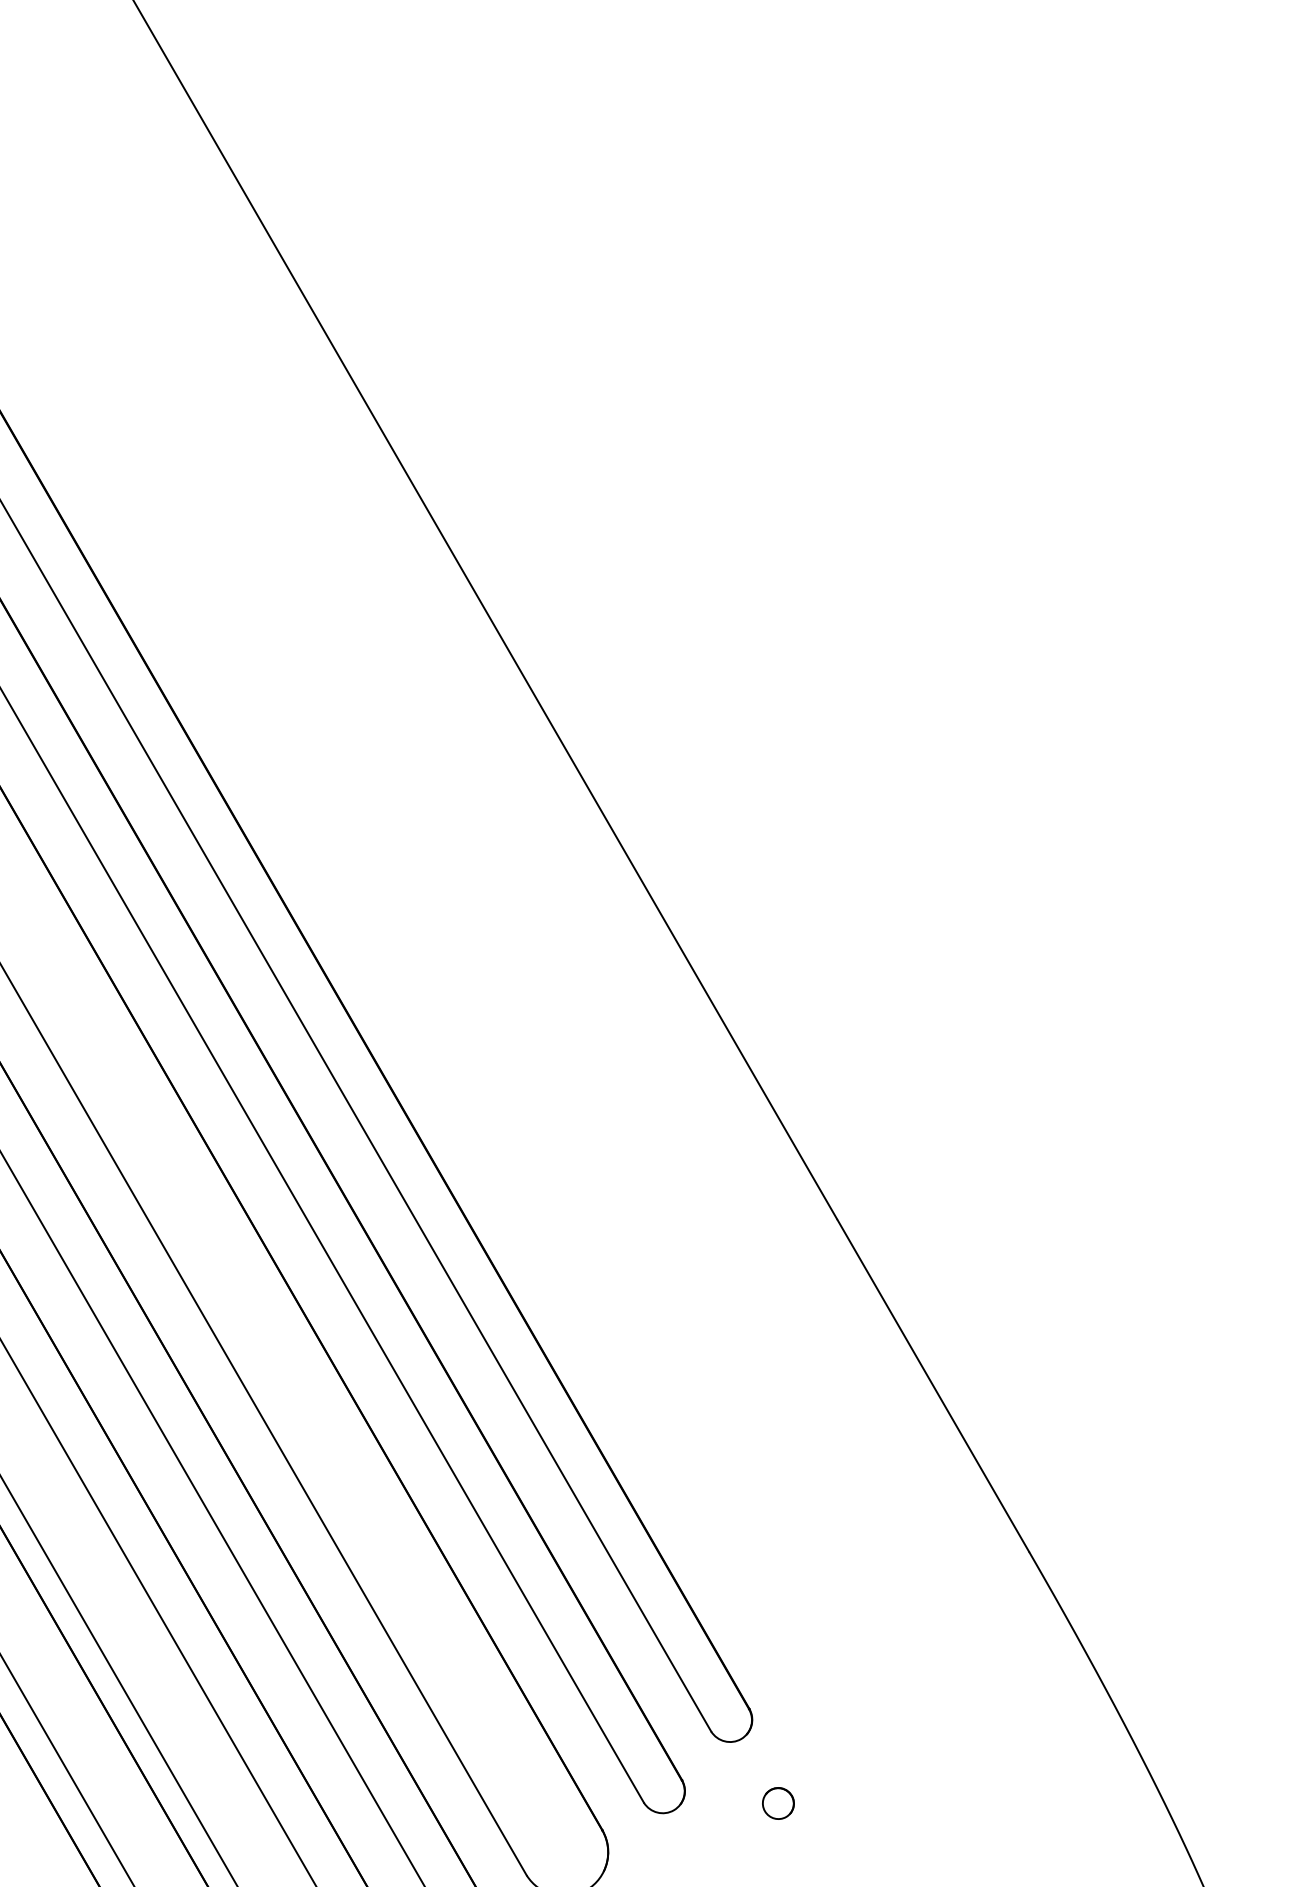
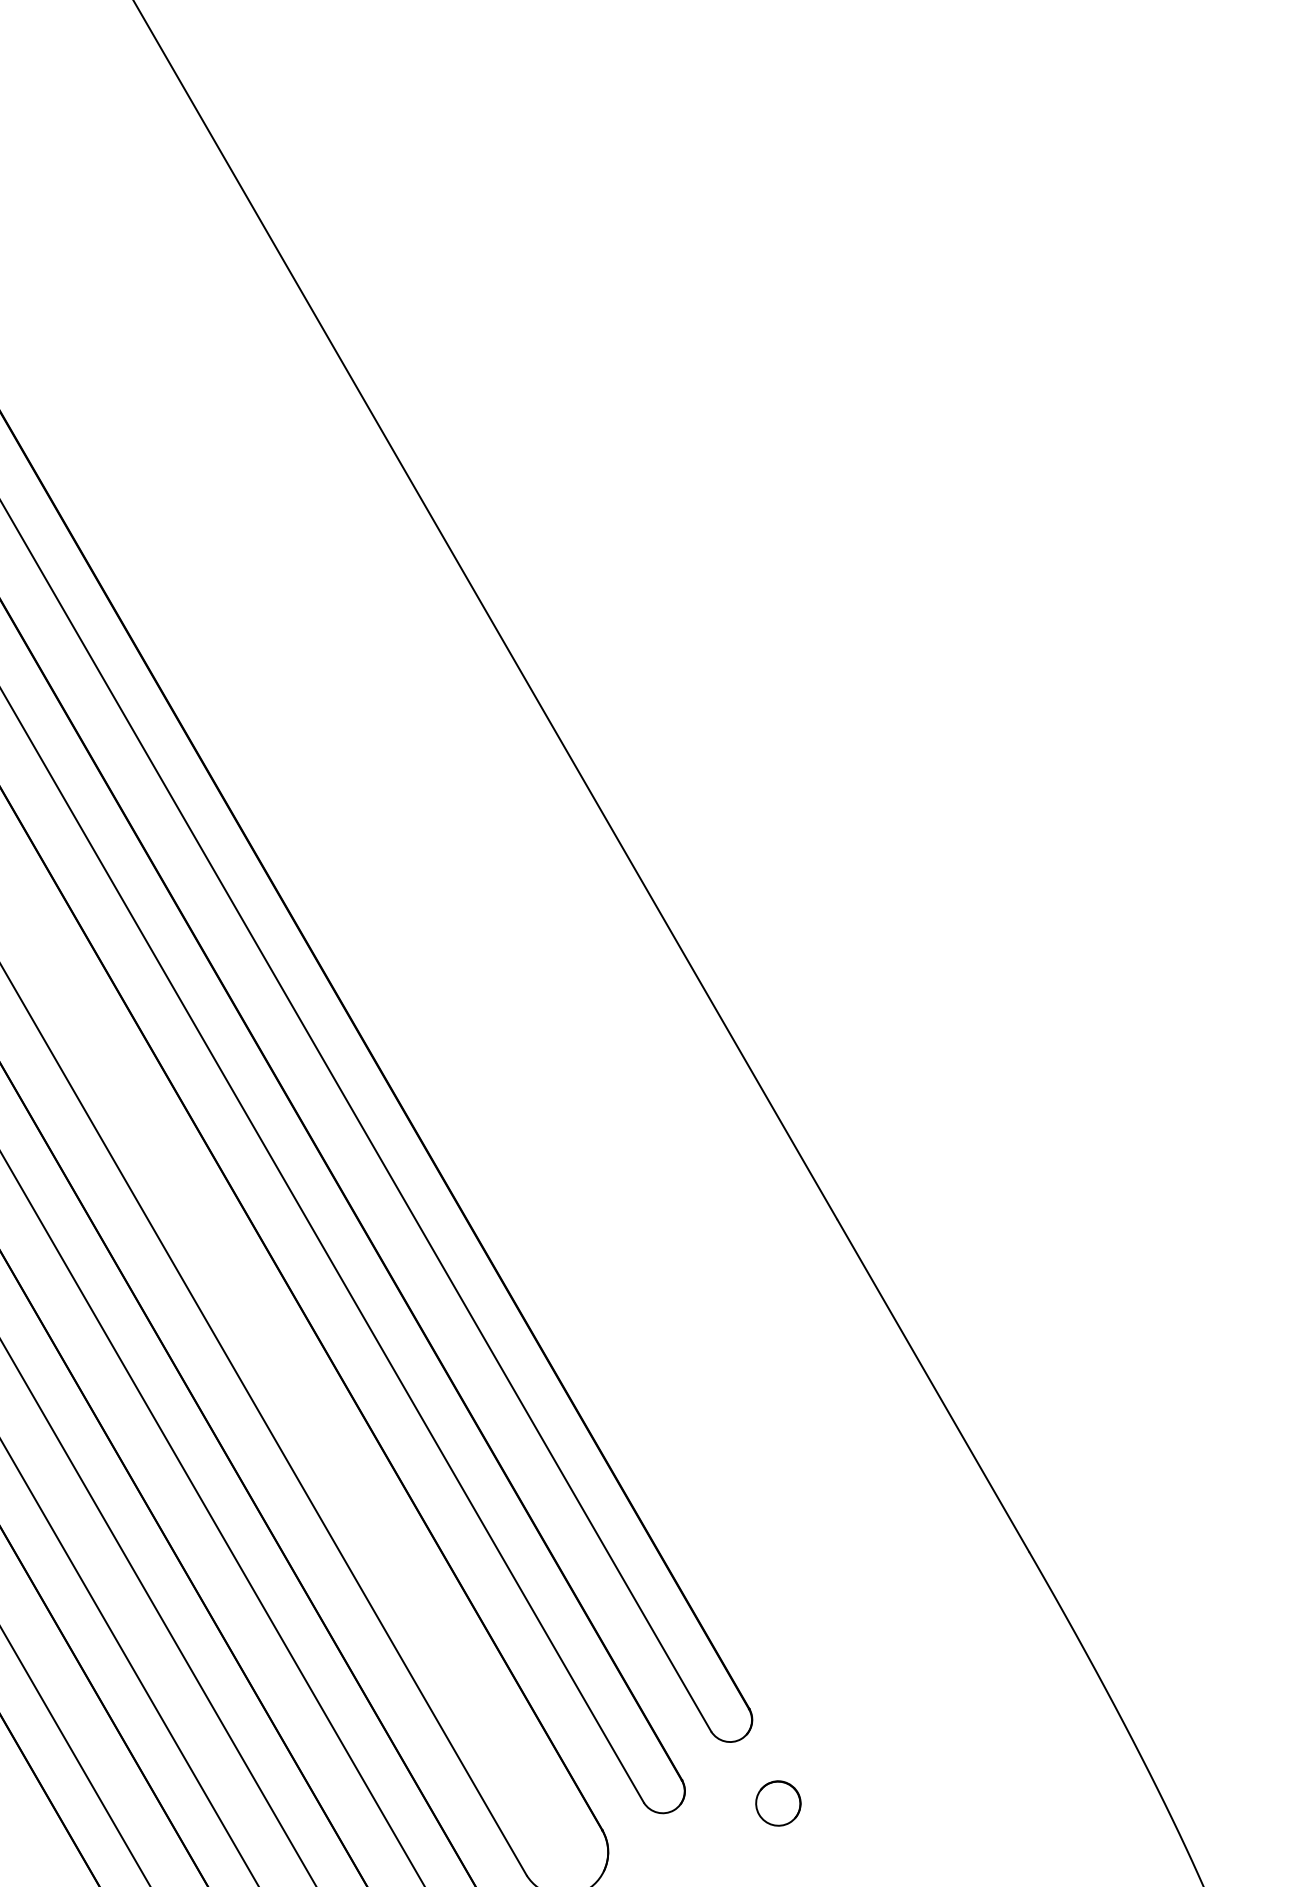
line at (118, 1680) position: (118, 1680) -> (129, 1662)
line at (67, 1770) position: (67, 1770) -> (75, 1756)
part at (778, 1803) size: 33x33 px -> 47x47 px
